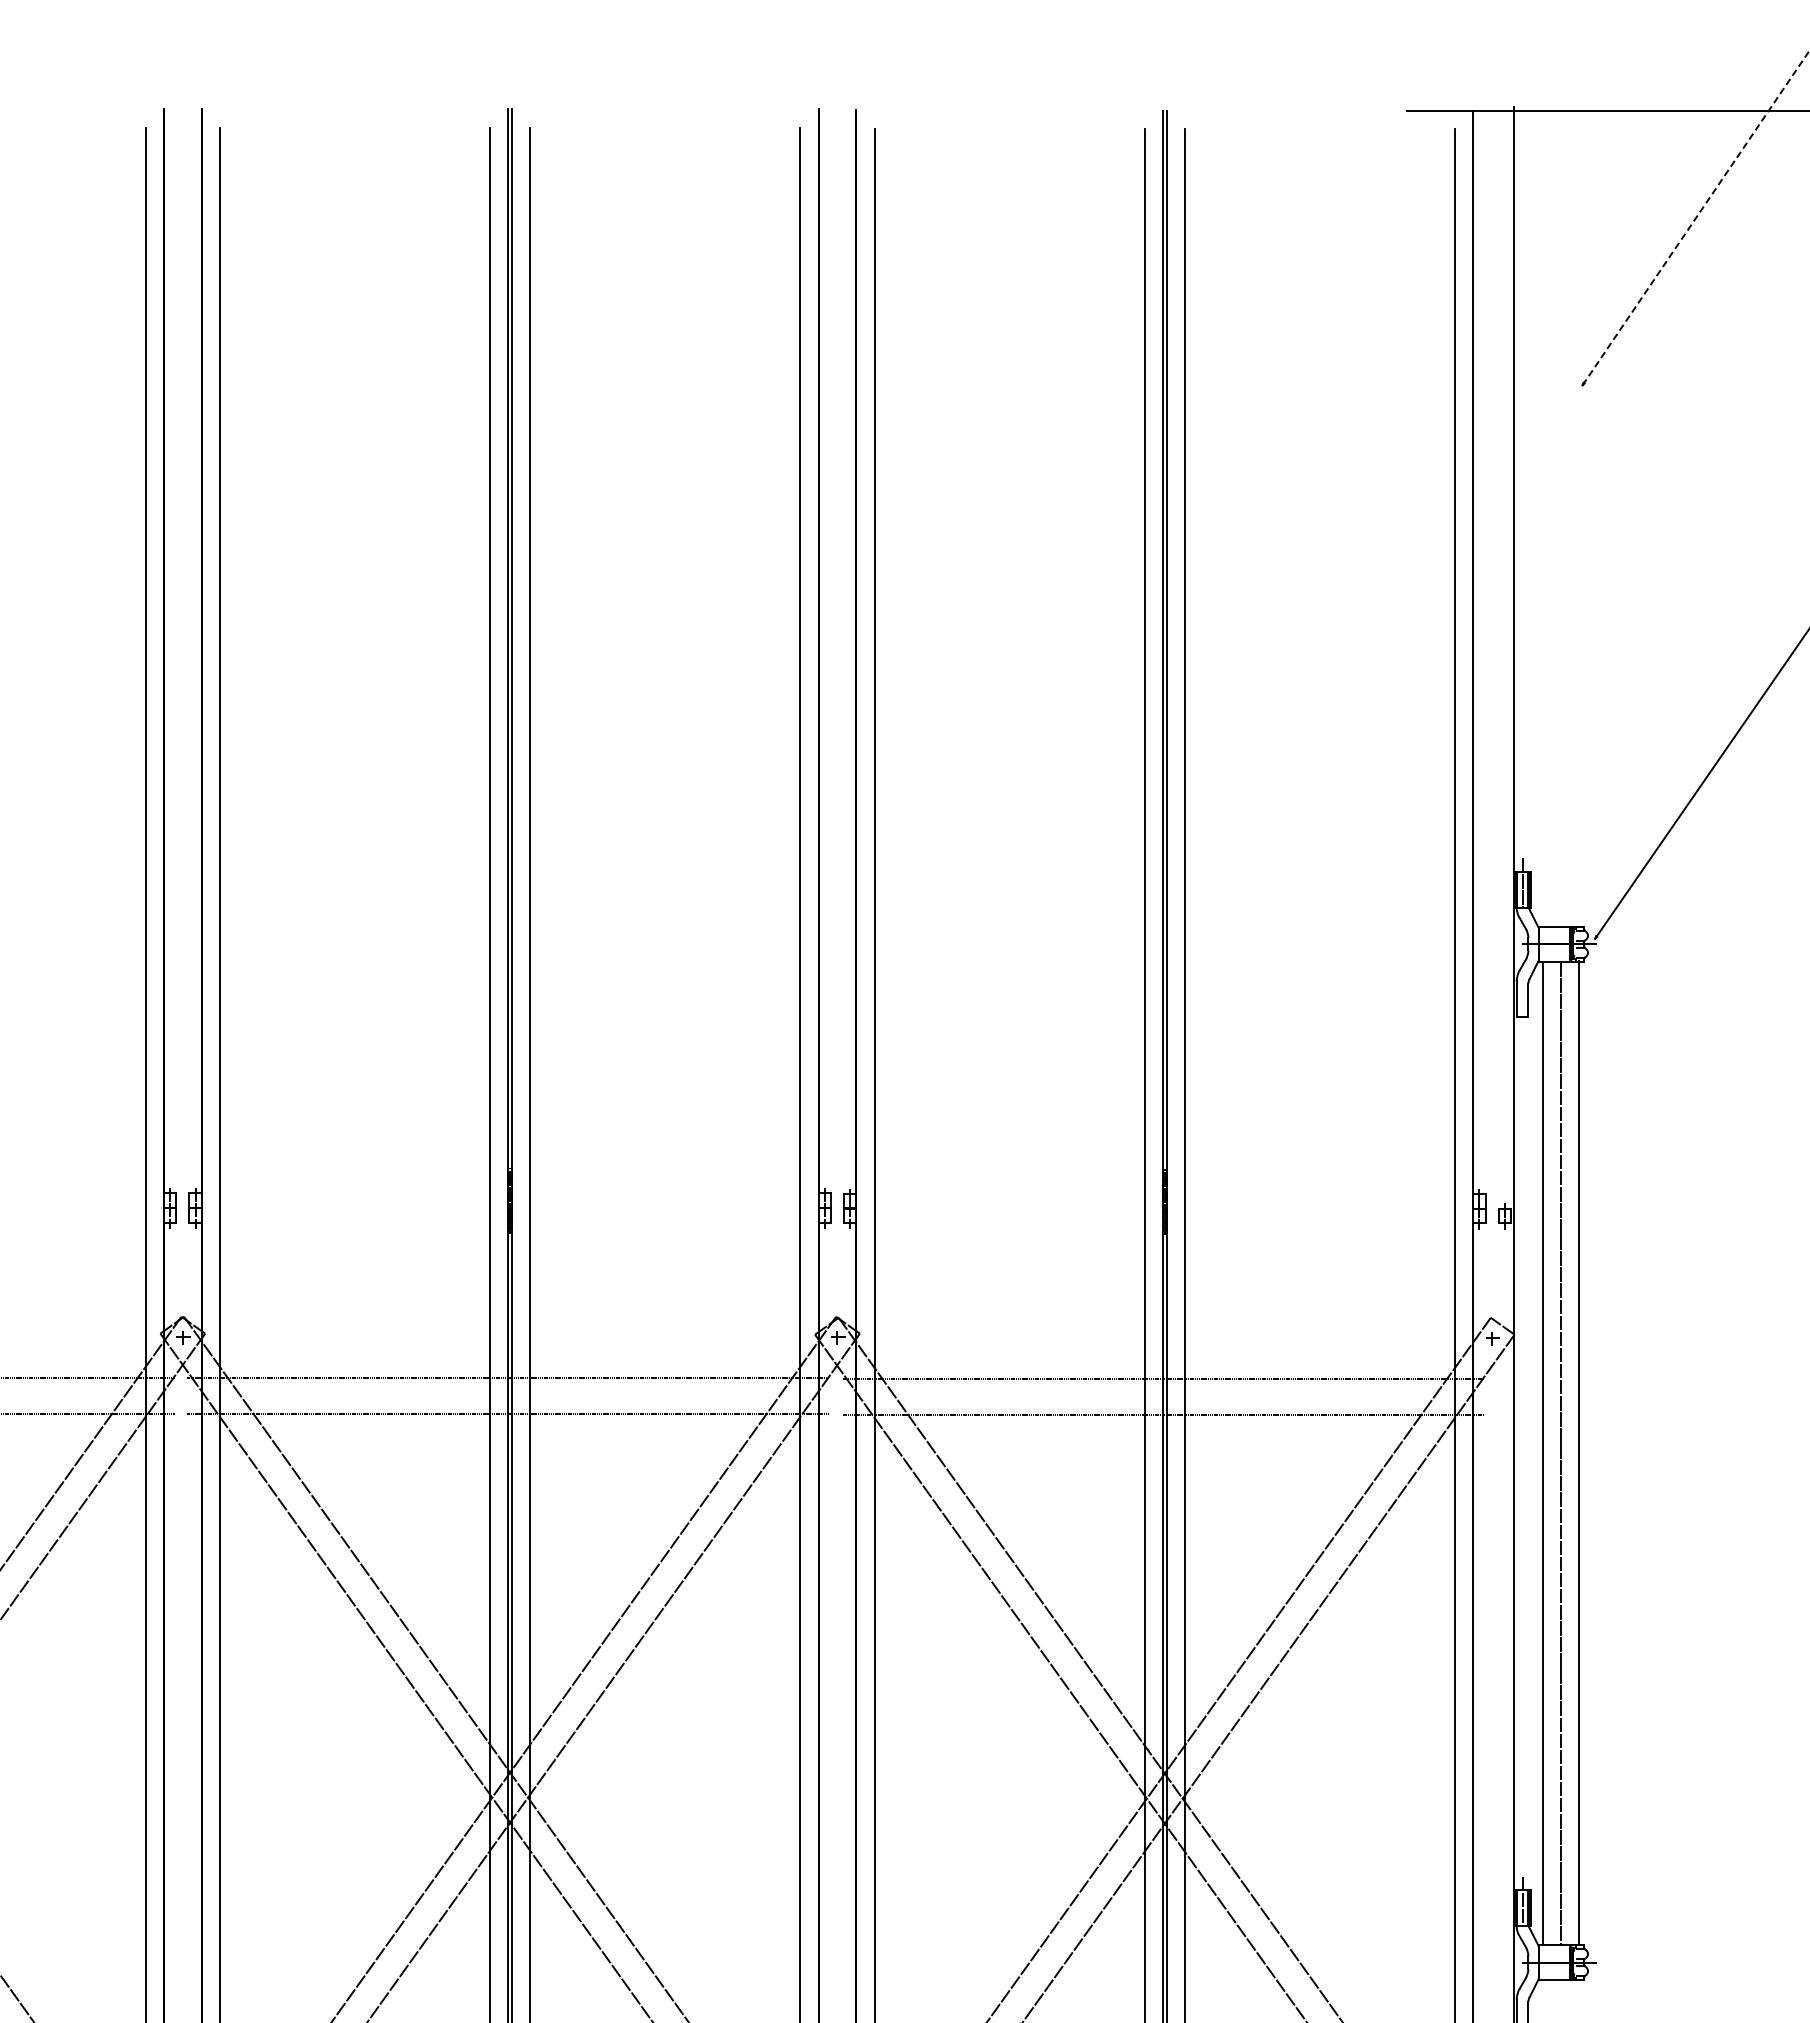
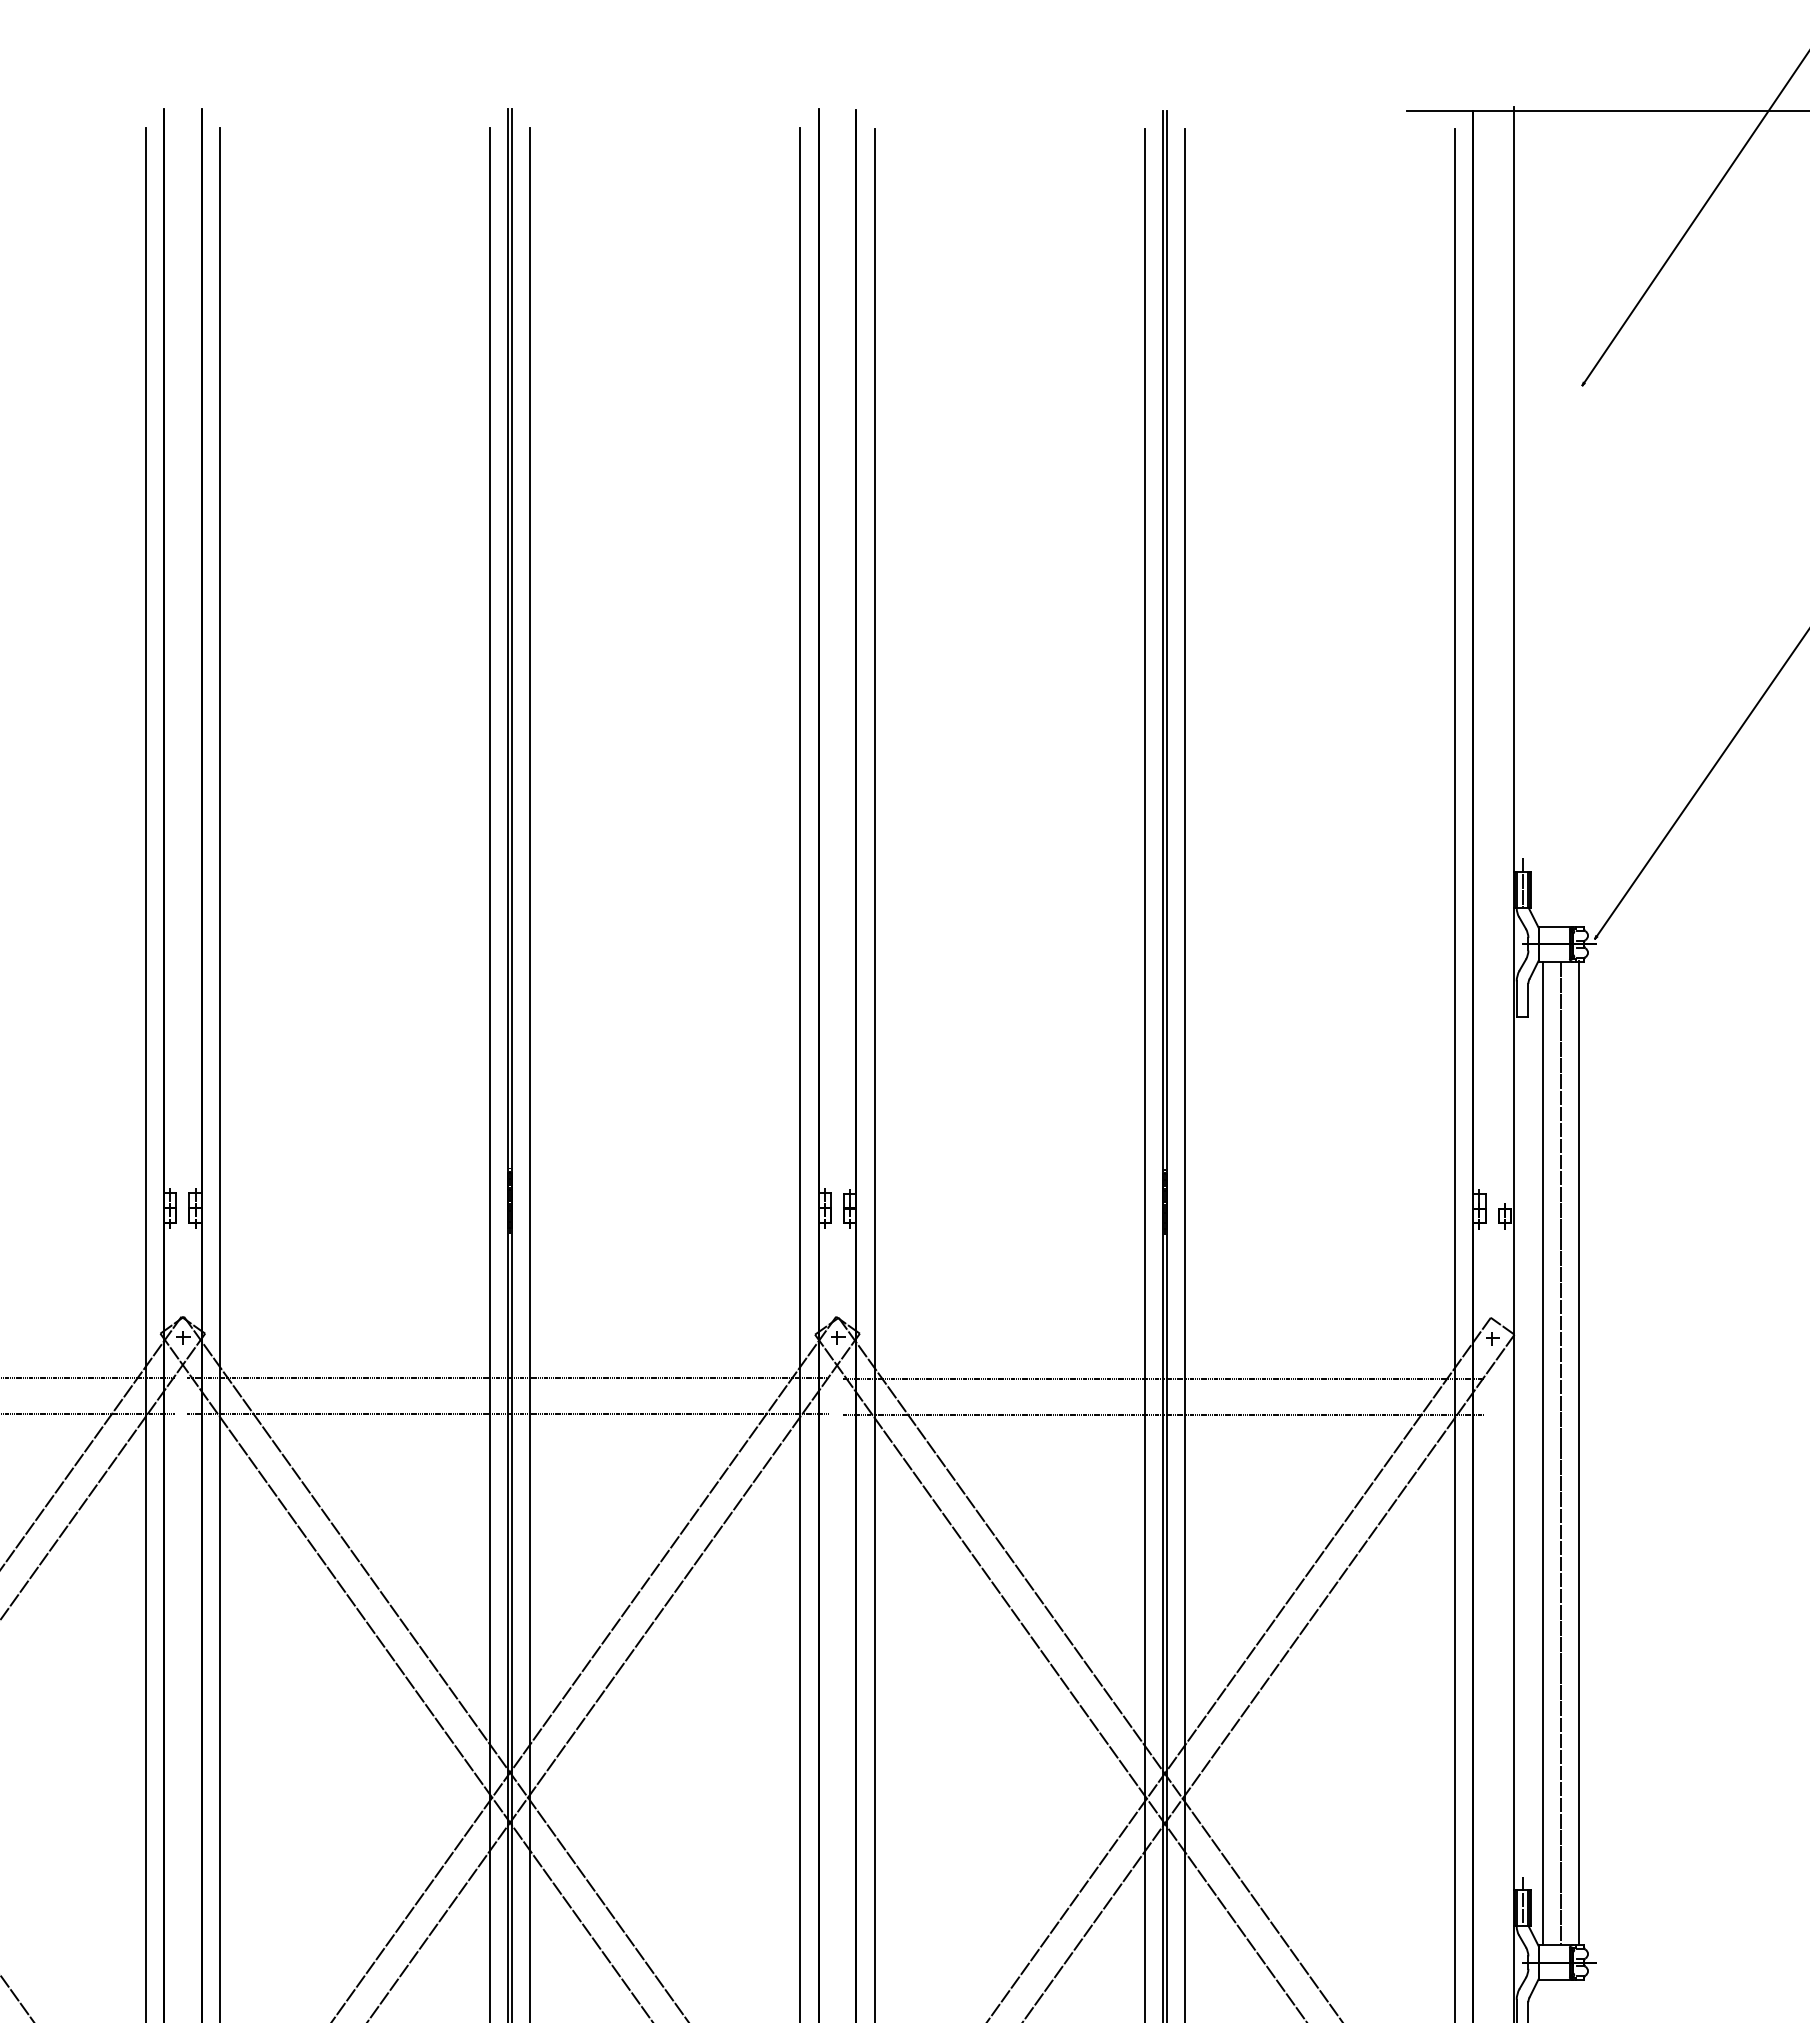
line at (1696, 217): dashed -> solid
